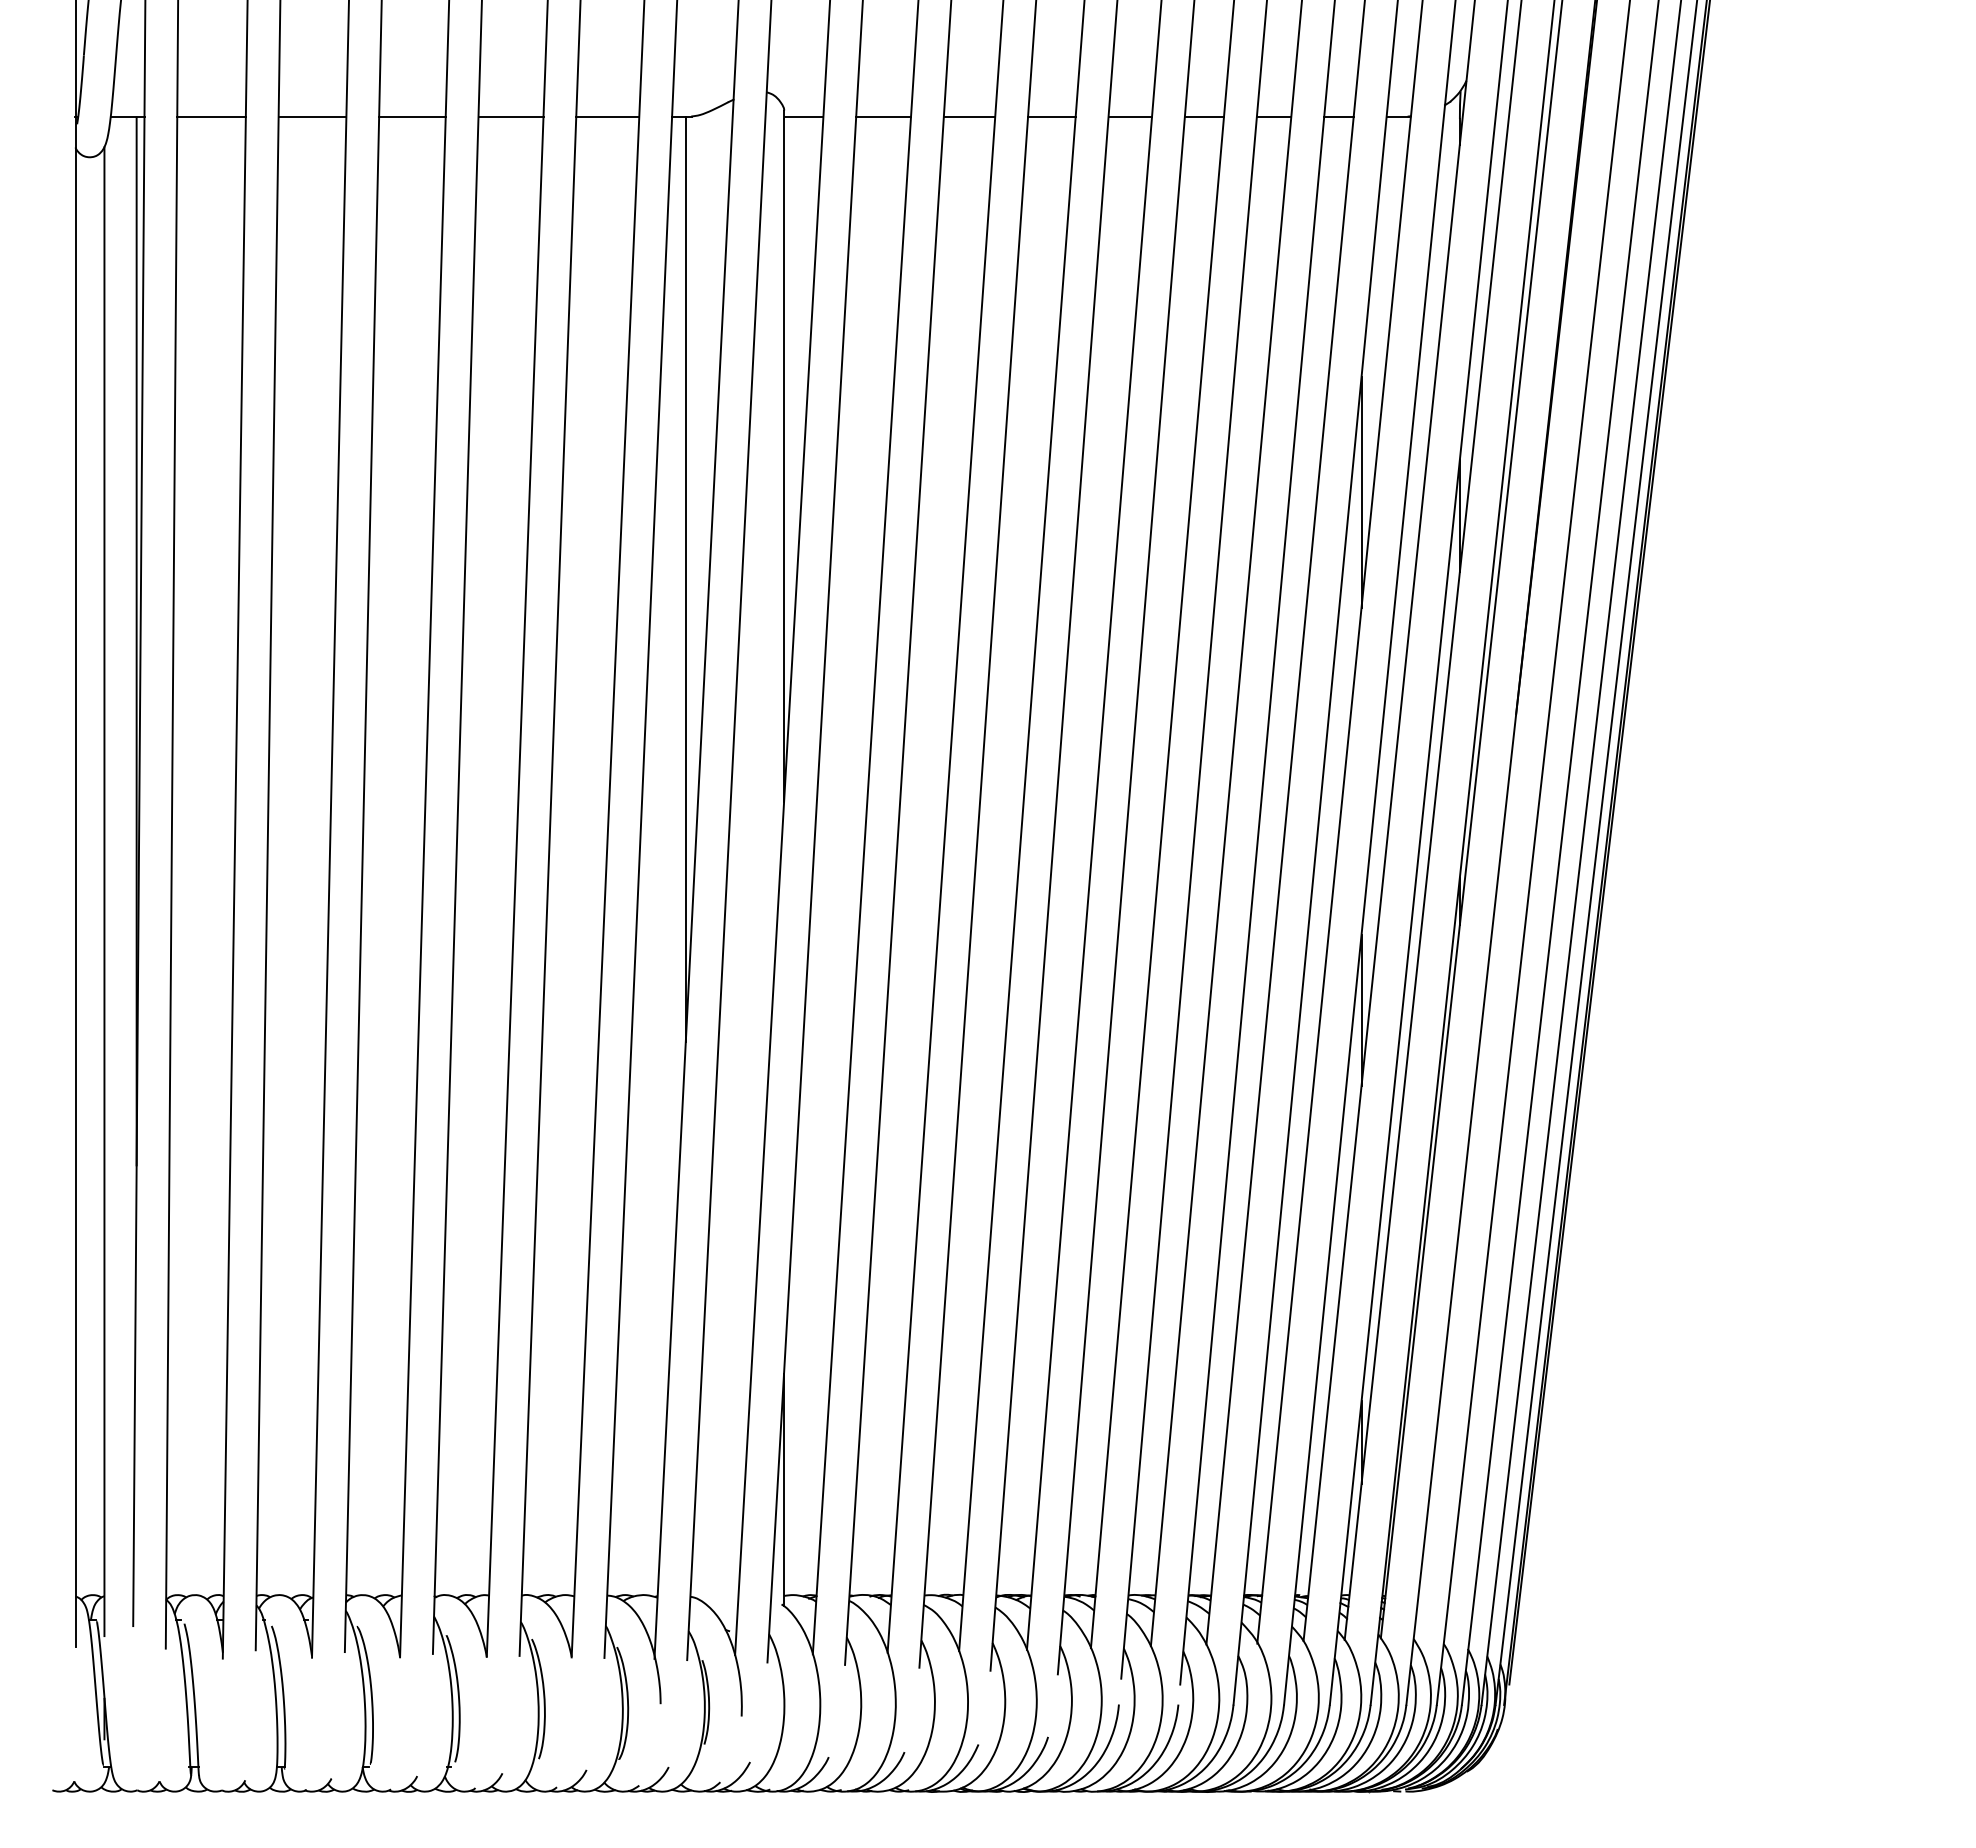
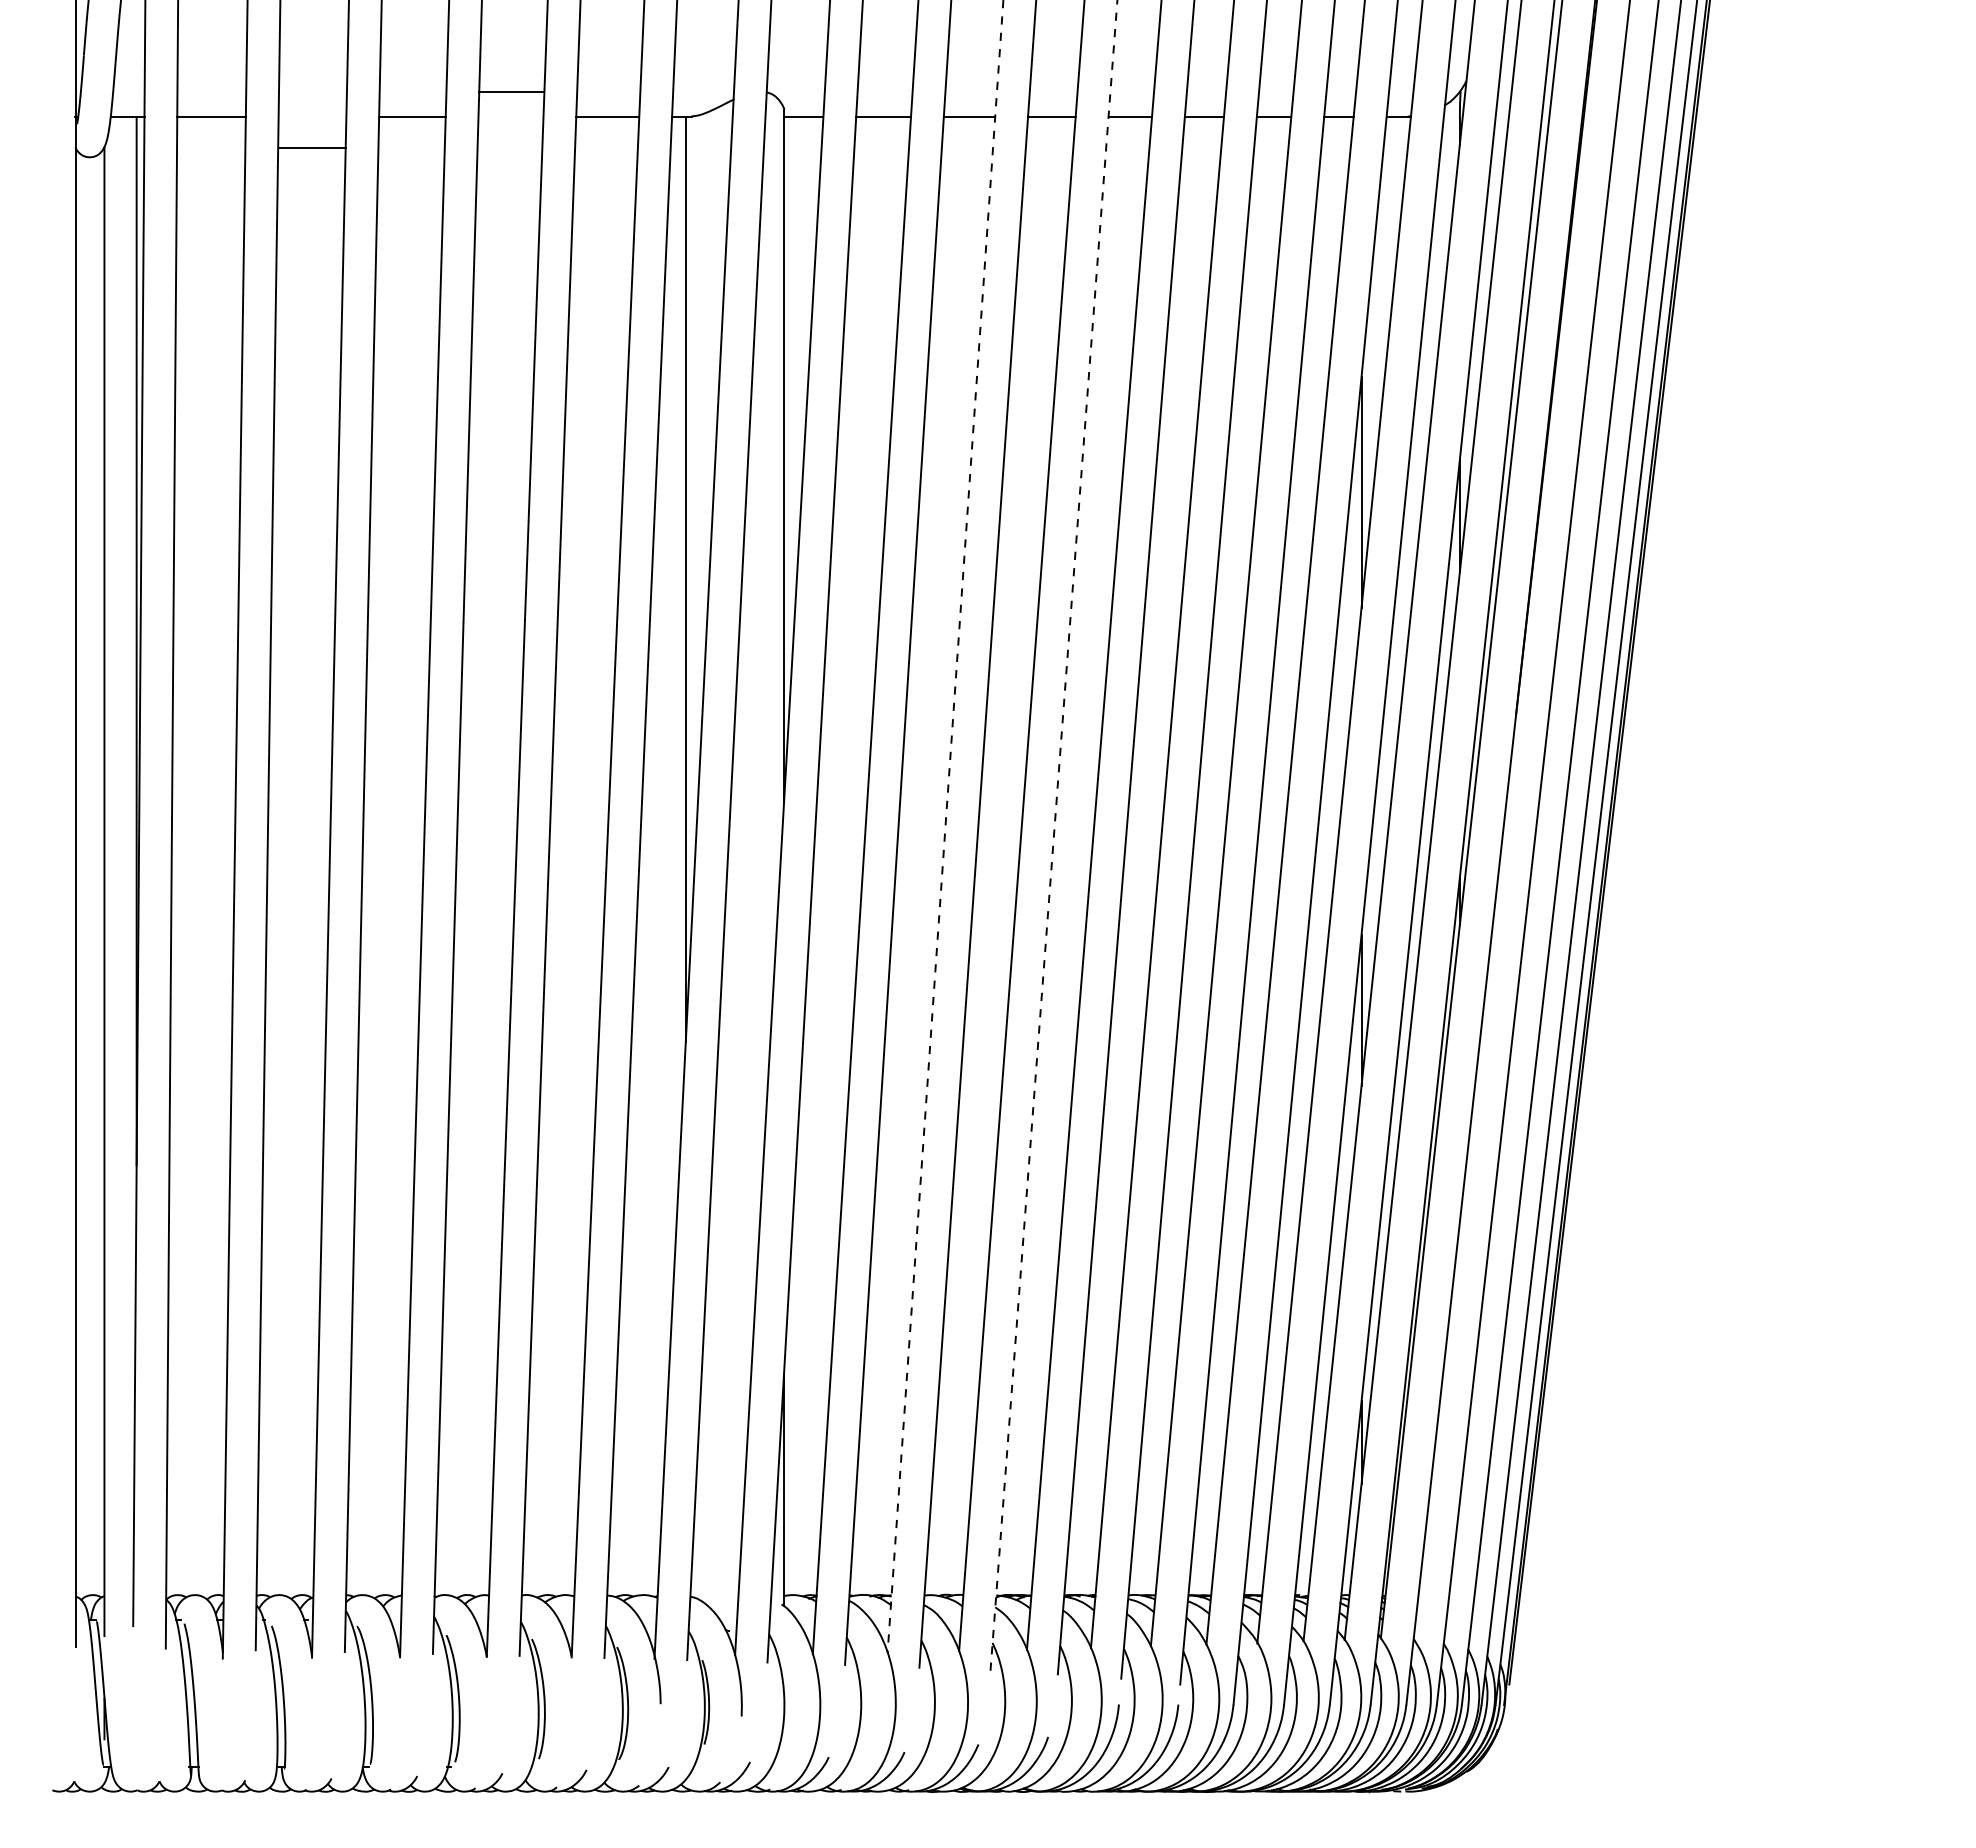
line at (312, 116) position: (312, 116) -> (312, 147)
line at (510, 116) position: (510, 116) -> (510, 91)
line at (945, 826): solid -> dashed
line at (1053, 835): solid -> dashed
